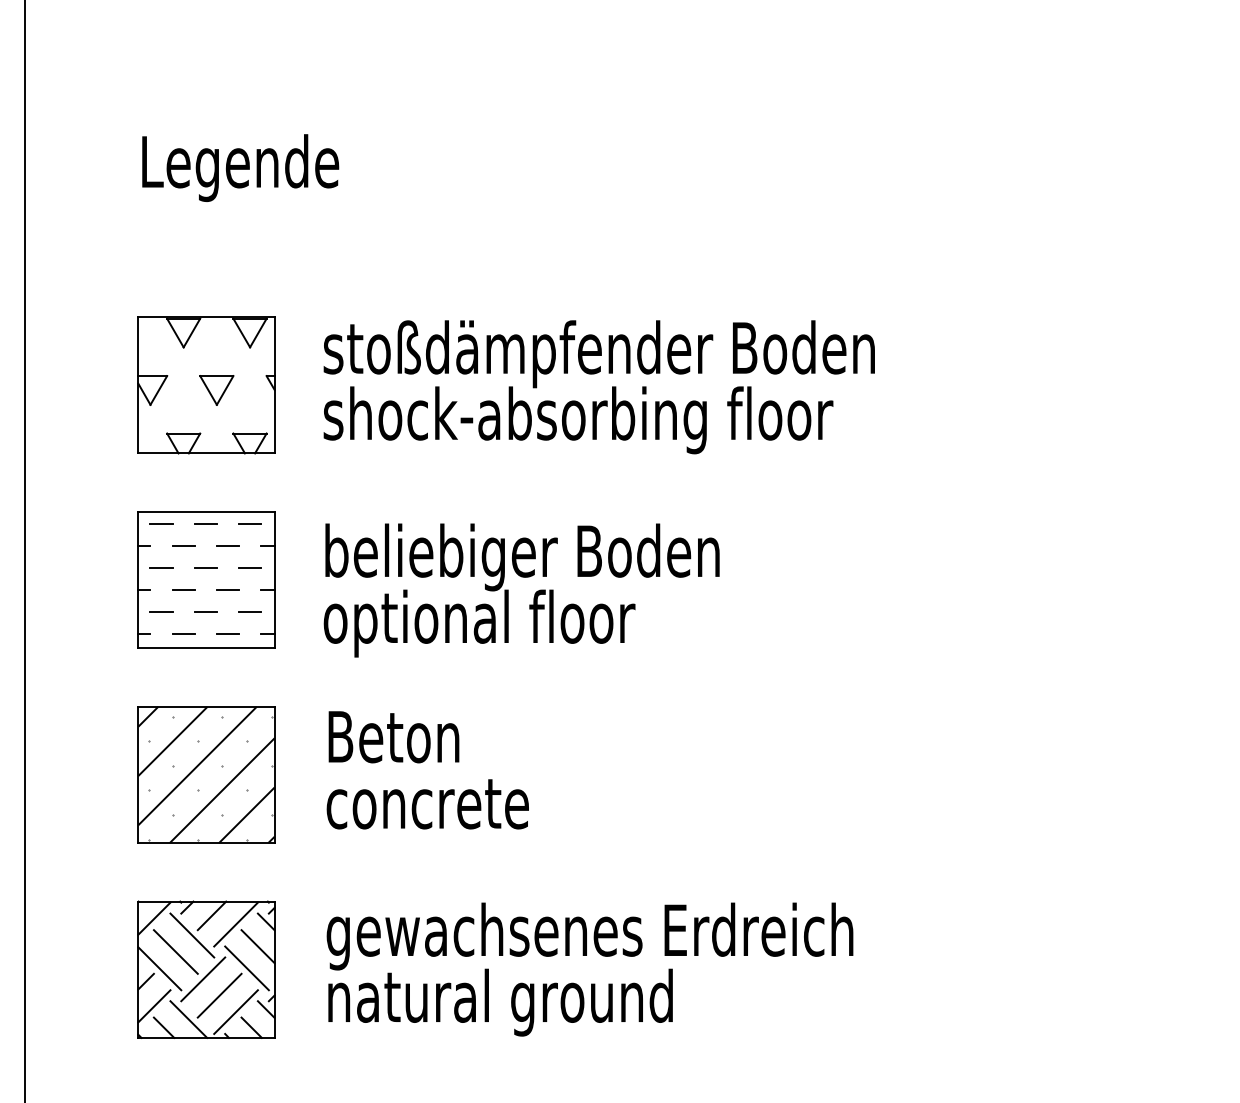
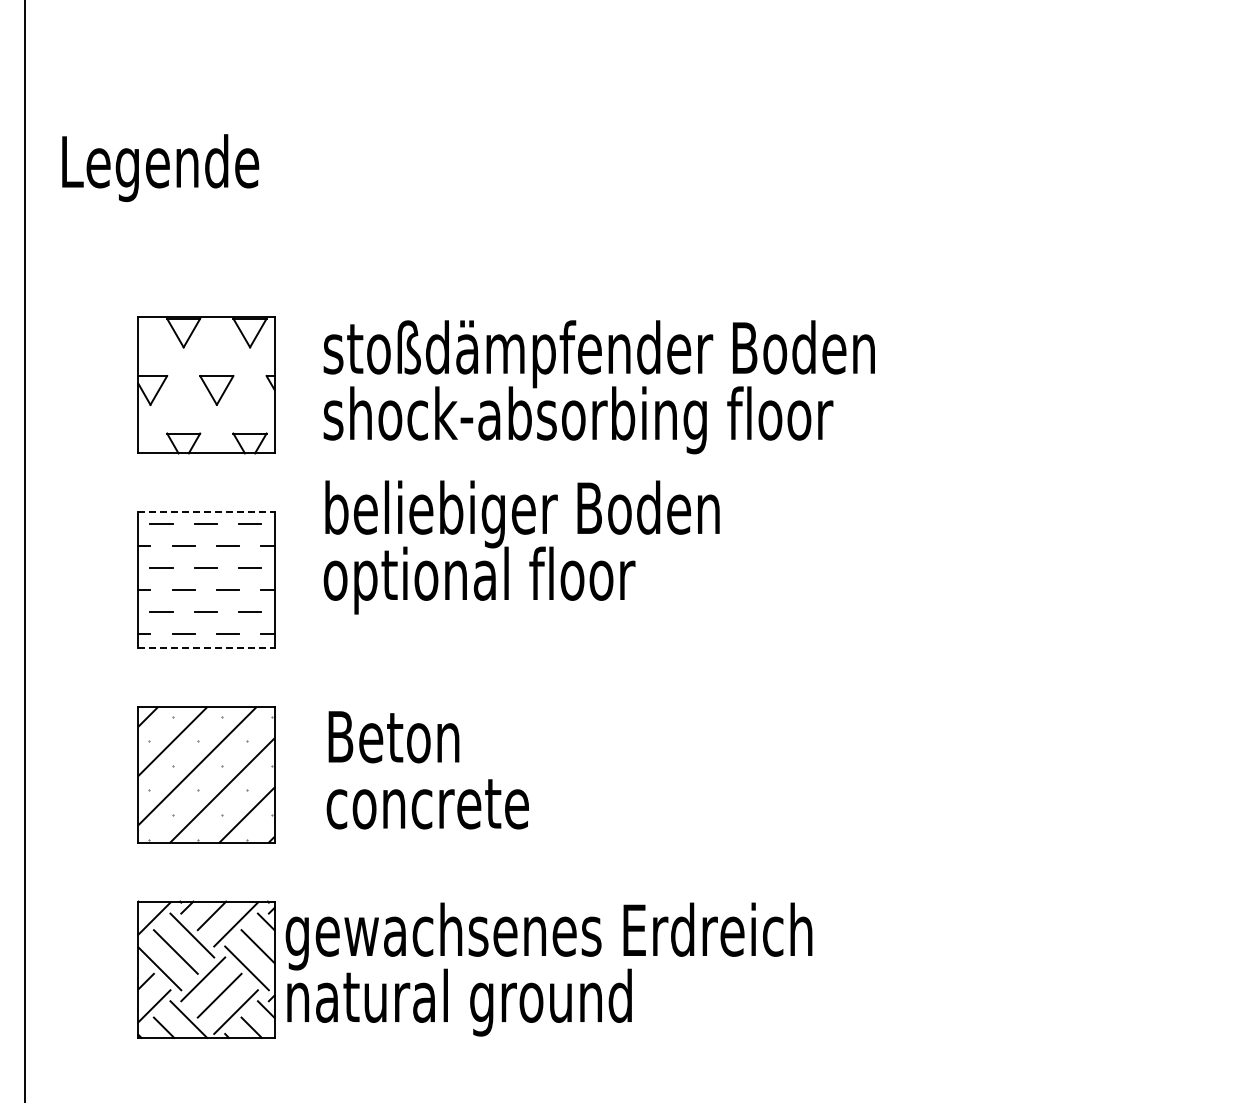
text at (240, 167) position: (240, 167) -> (160, 167)
line at (206, 511): solid -> dashed
text at (521, 590) position: (521, 590) -> (521, 547)
line at (206, 648): solid -> dashed
text at (589, 969) position: (589, 969) -> (548, 969)
